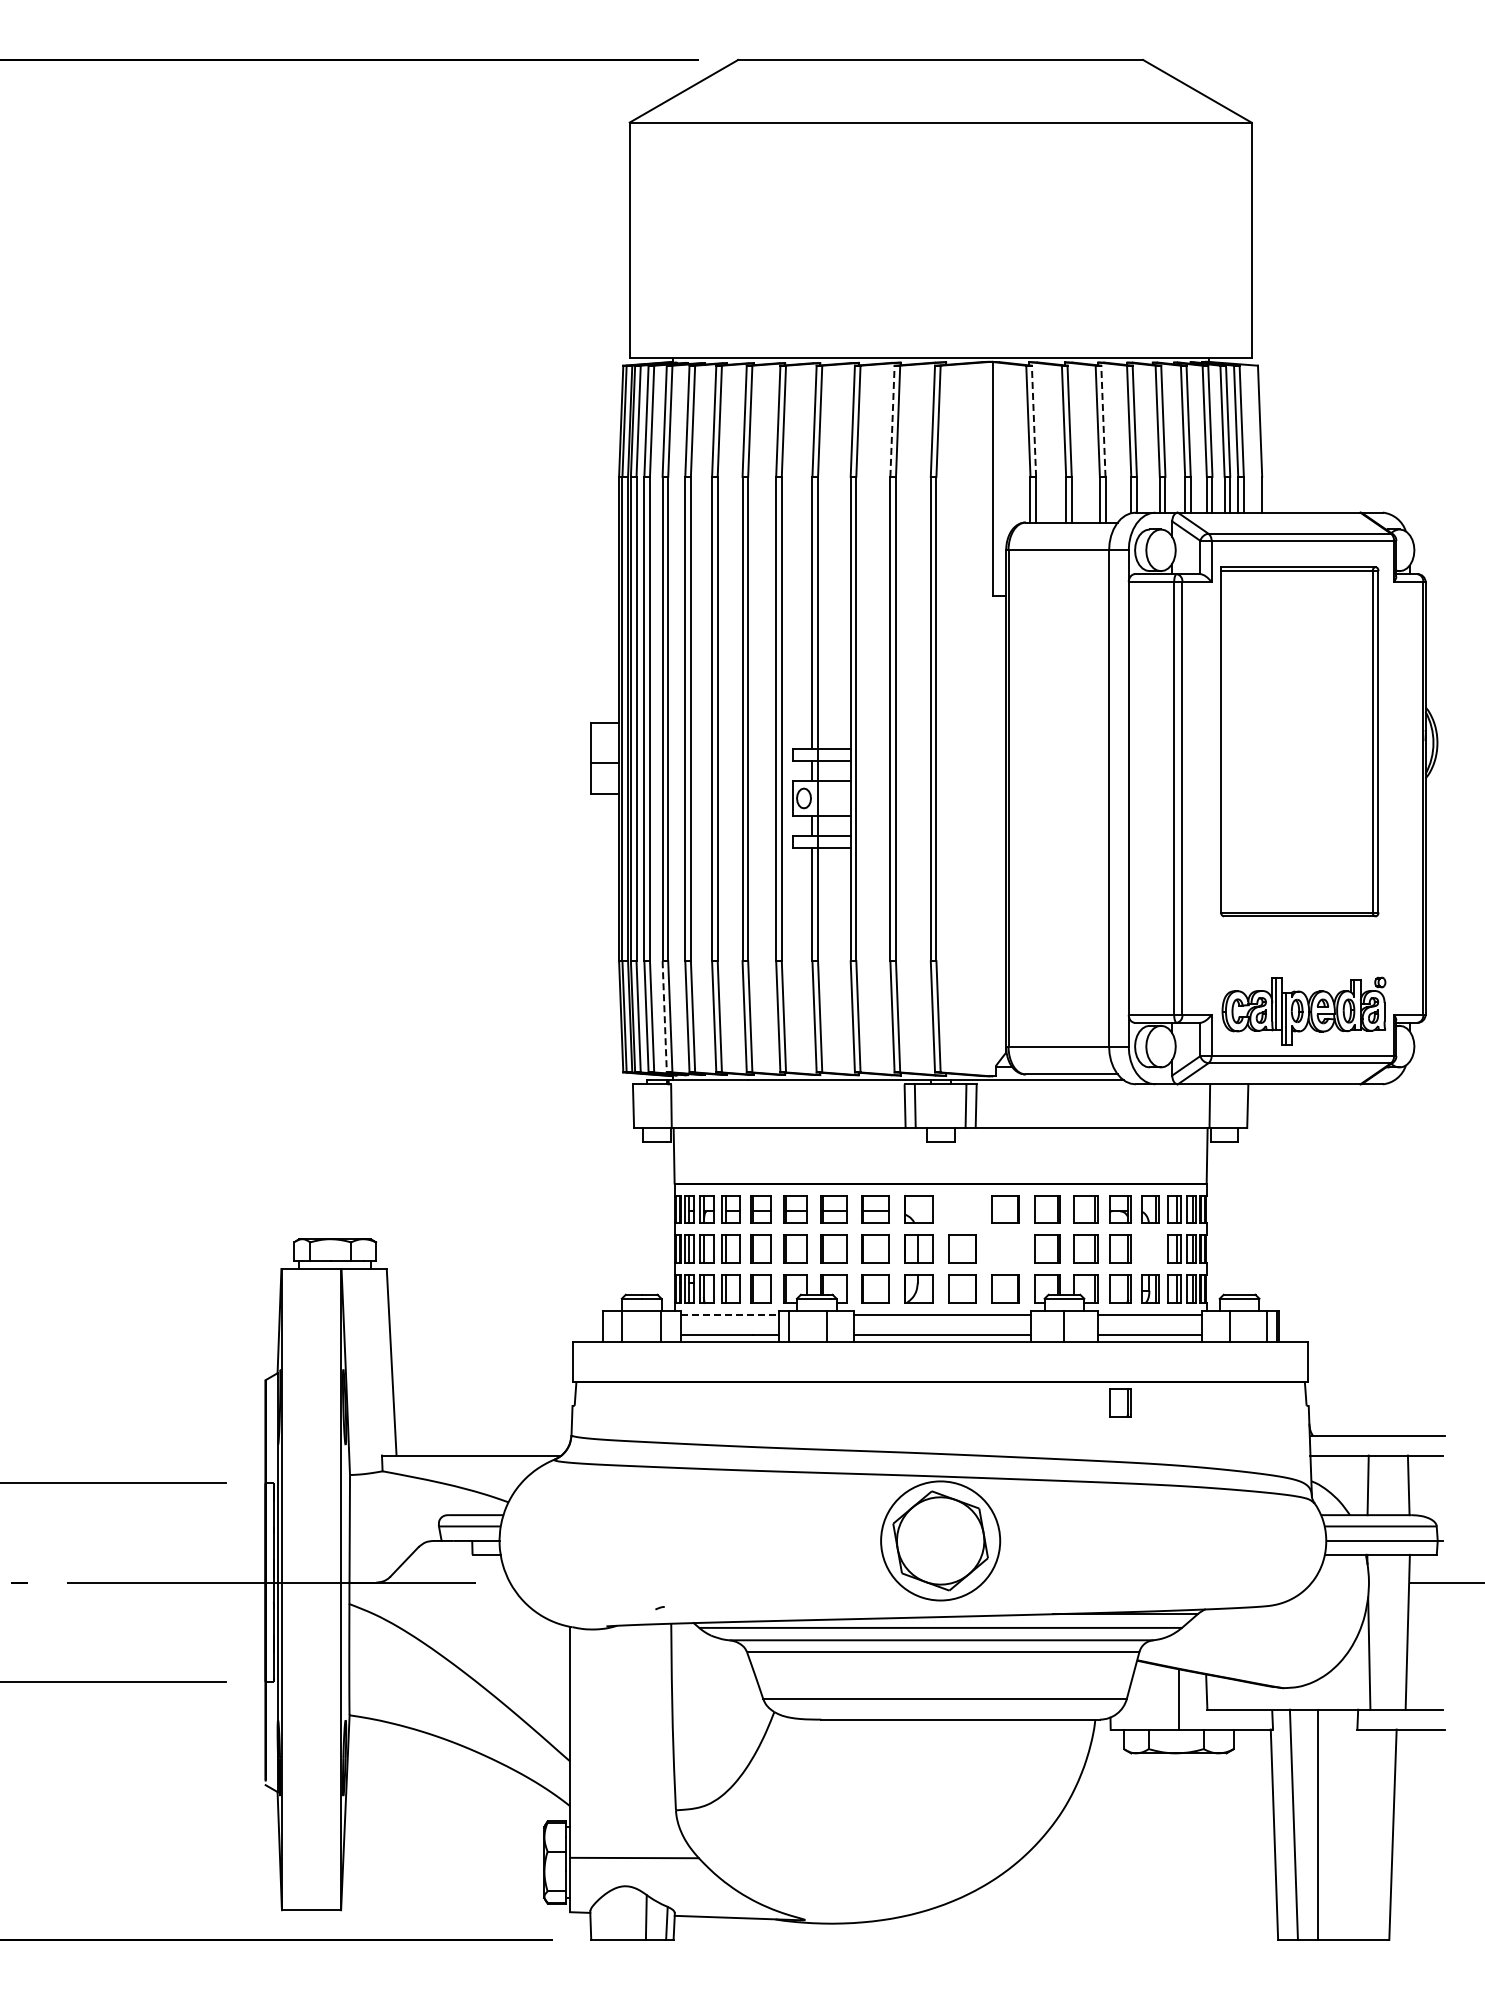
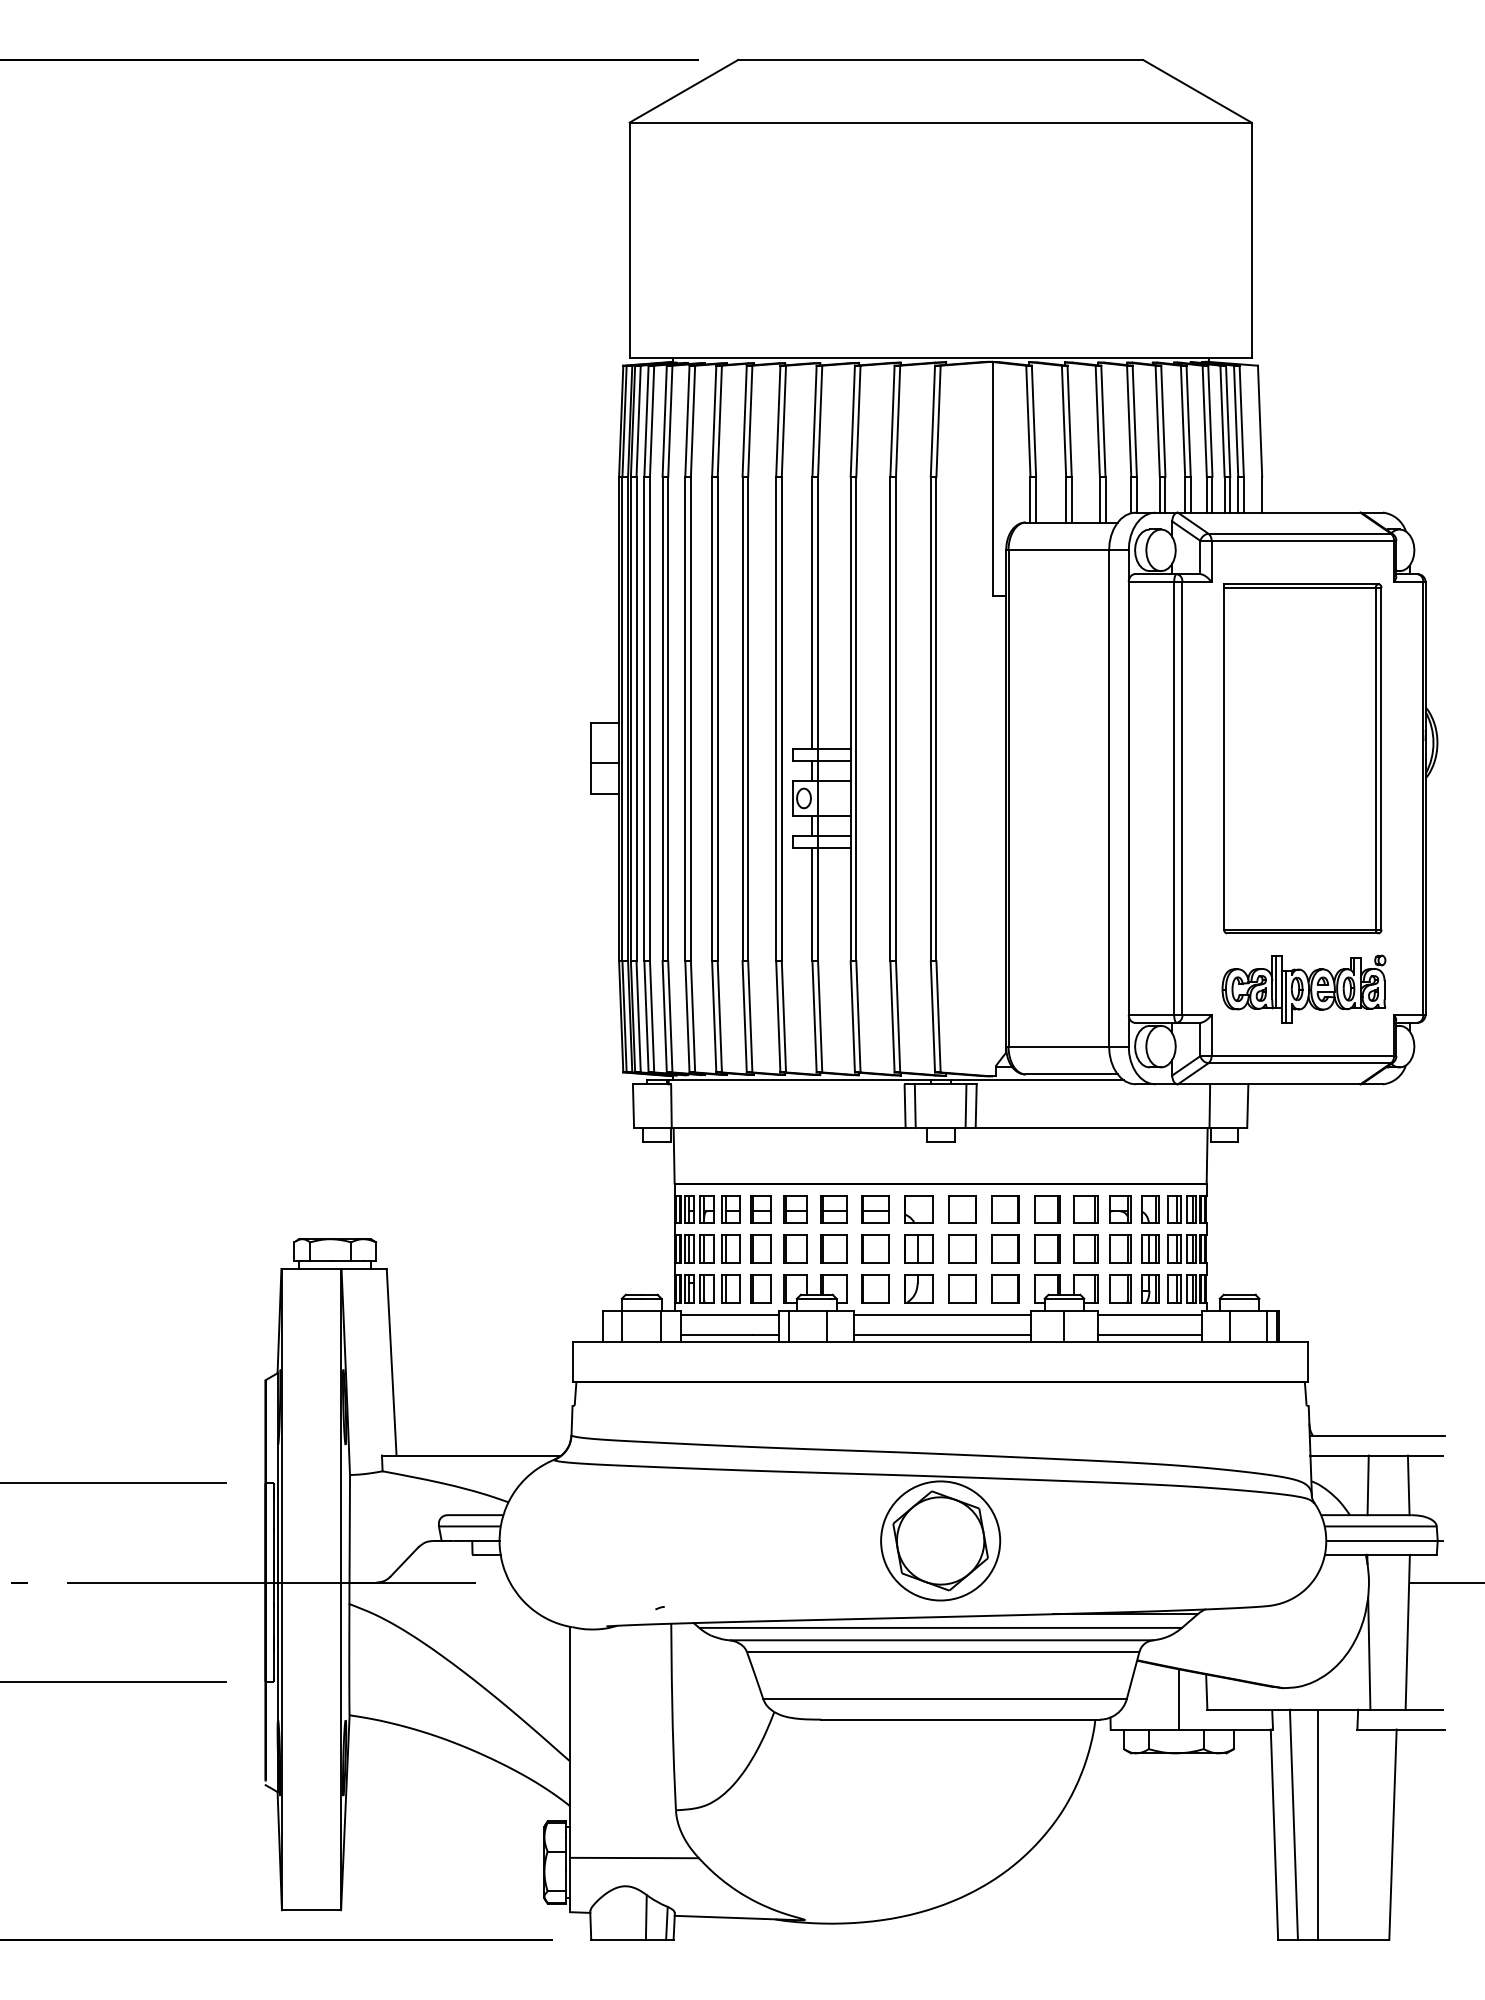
line at (892, 421): dashed -> solid
line at (1033, 421): dashed -> solid
line at (1103, 421): dashed -> solid
part at (1299, 741) position: (1299, 741) -> (1302, 758)
part at (1303, 1010) position: (1303, 1010) -> (1303, 988)
line at (664, 1016): dashed -> solid
part at (962, 1209): none -> present
part at (1005, 1248): none -> present
part at (1150, 1248): none -> present
line at (730, 1314): dashed -> solid
part at (1120, 1402): present -> none
